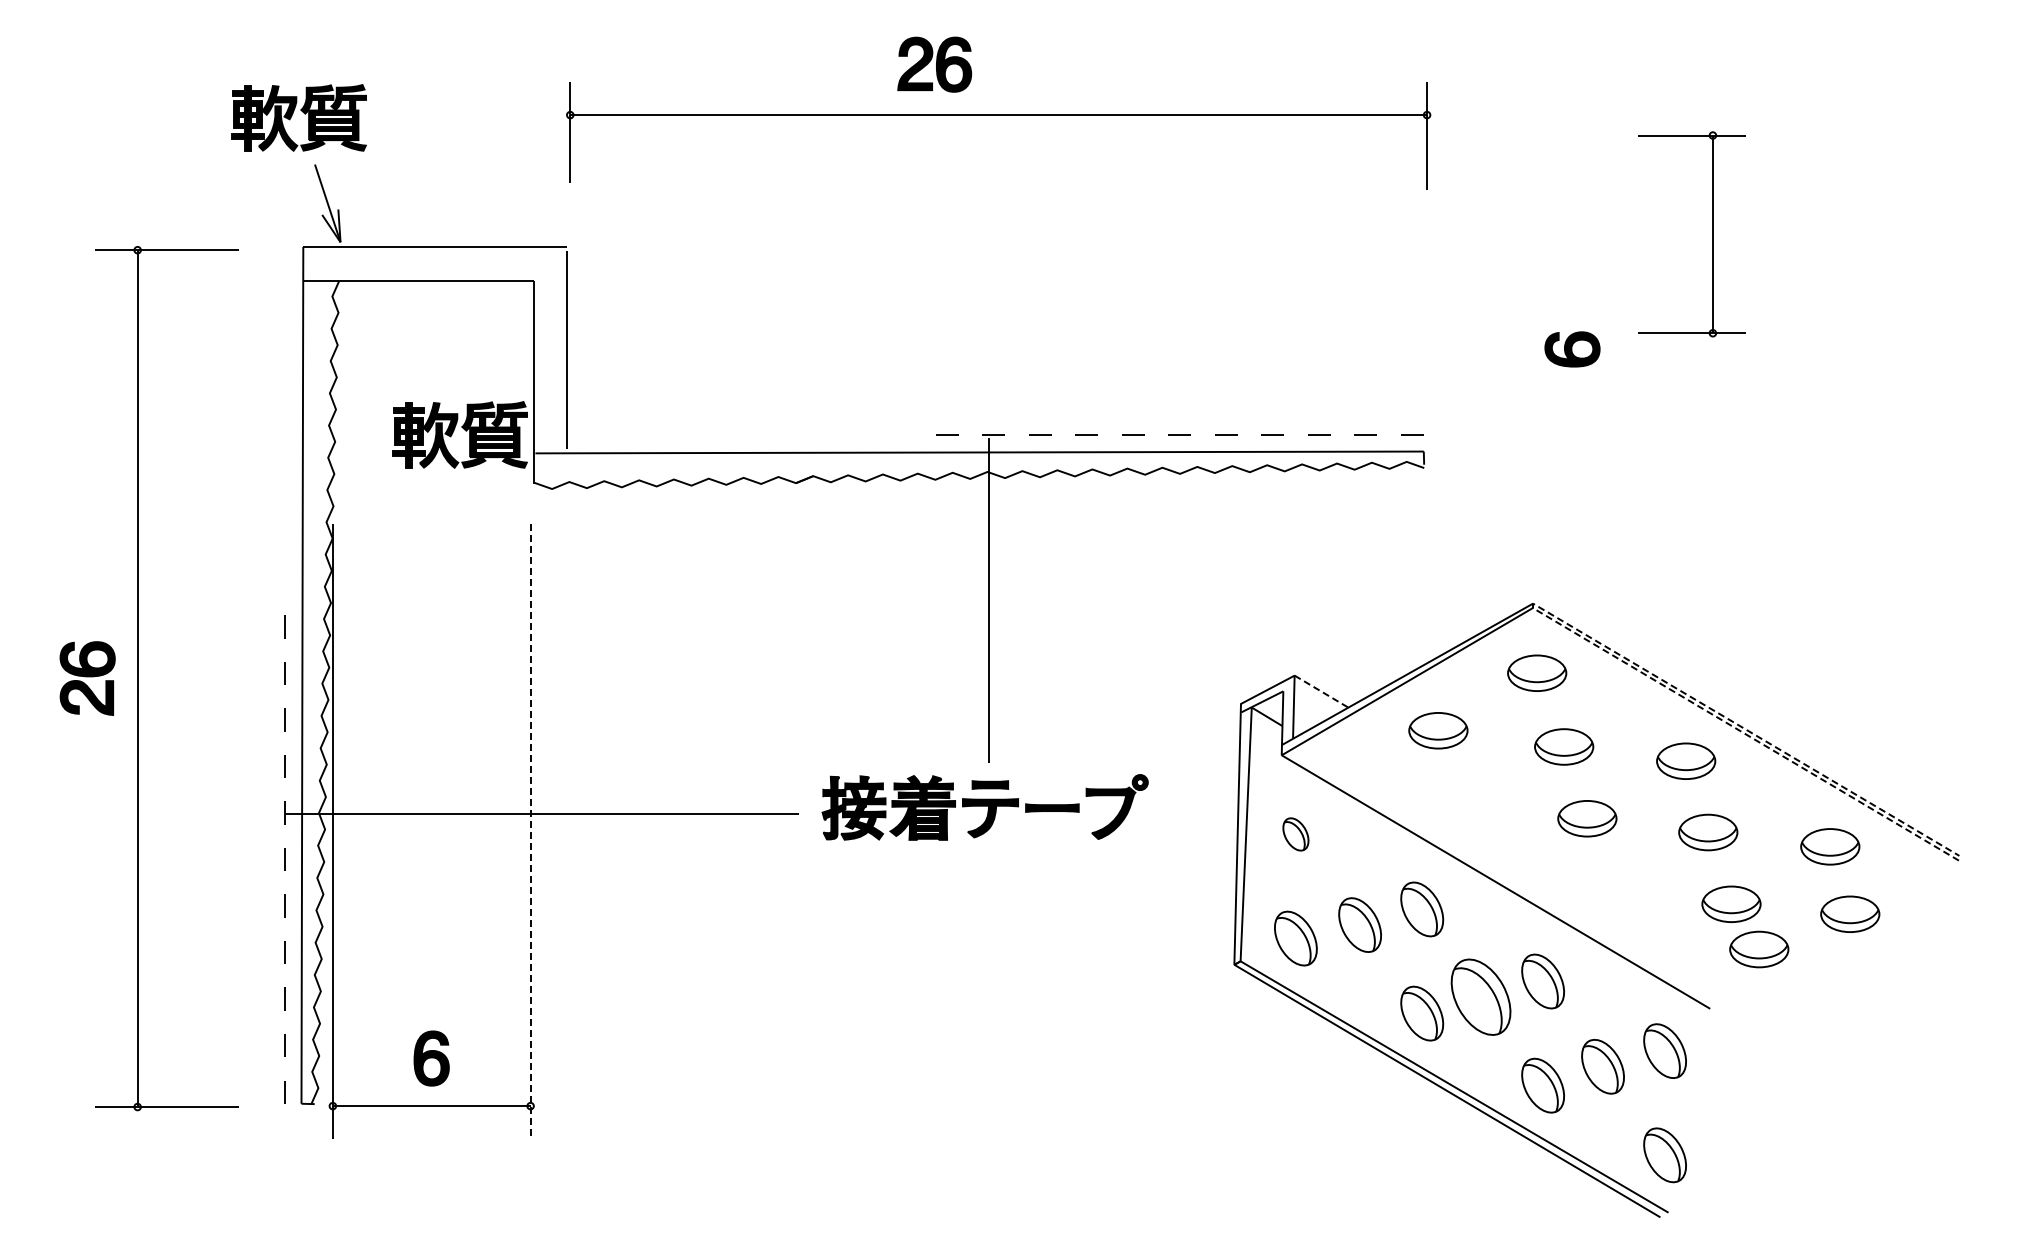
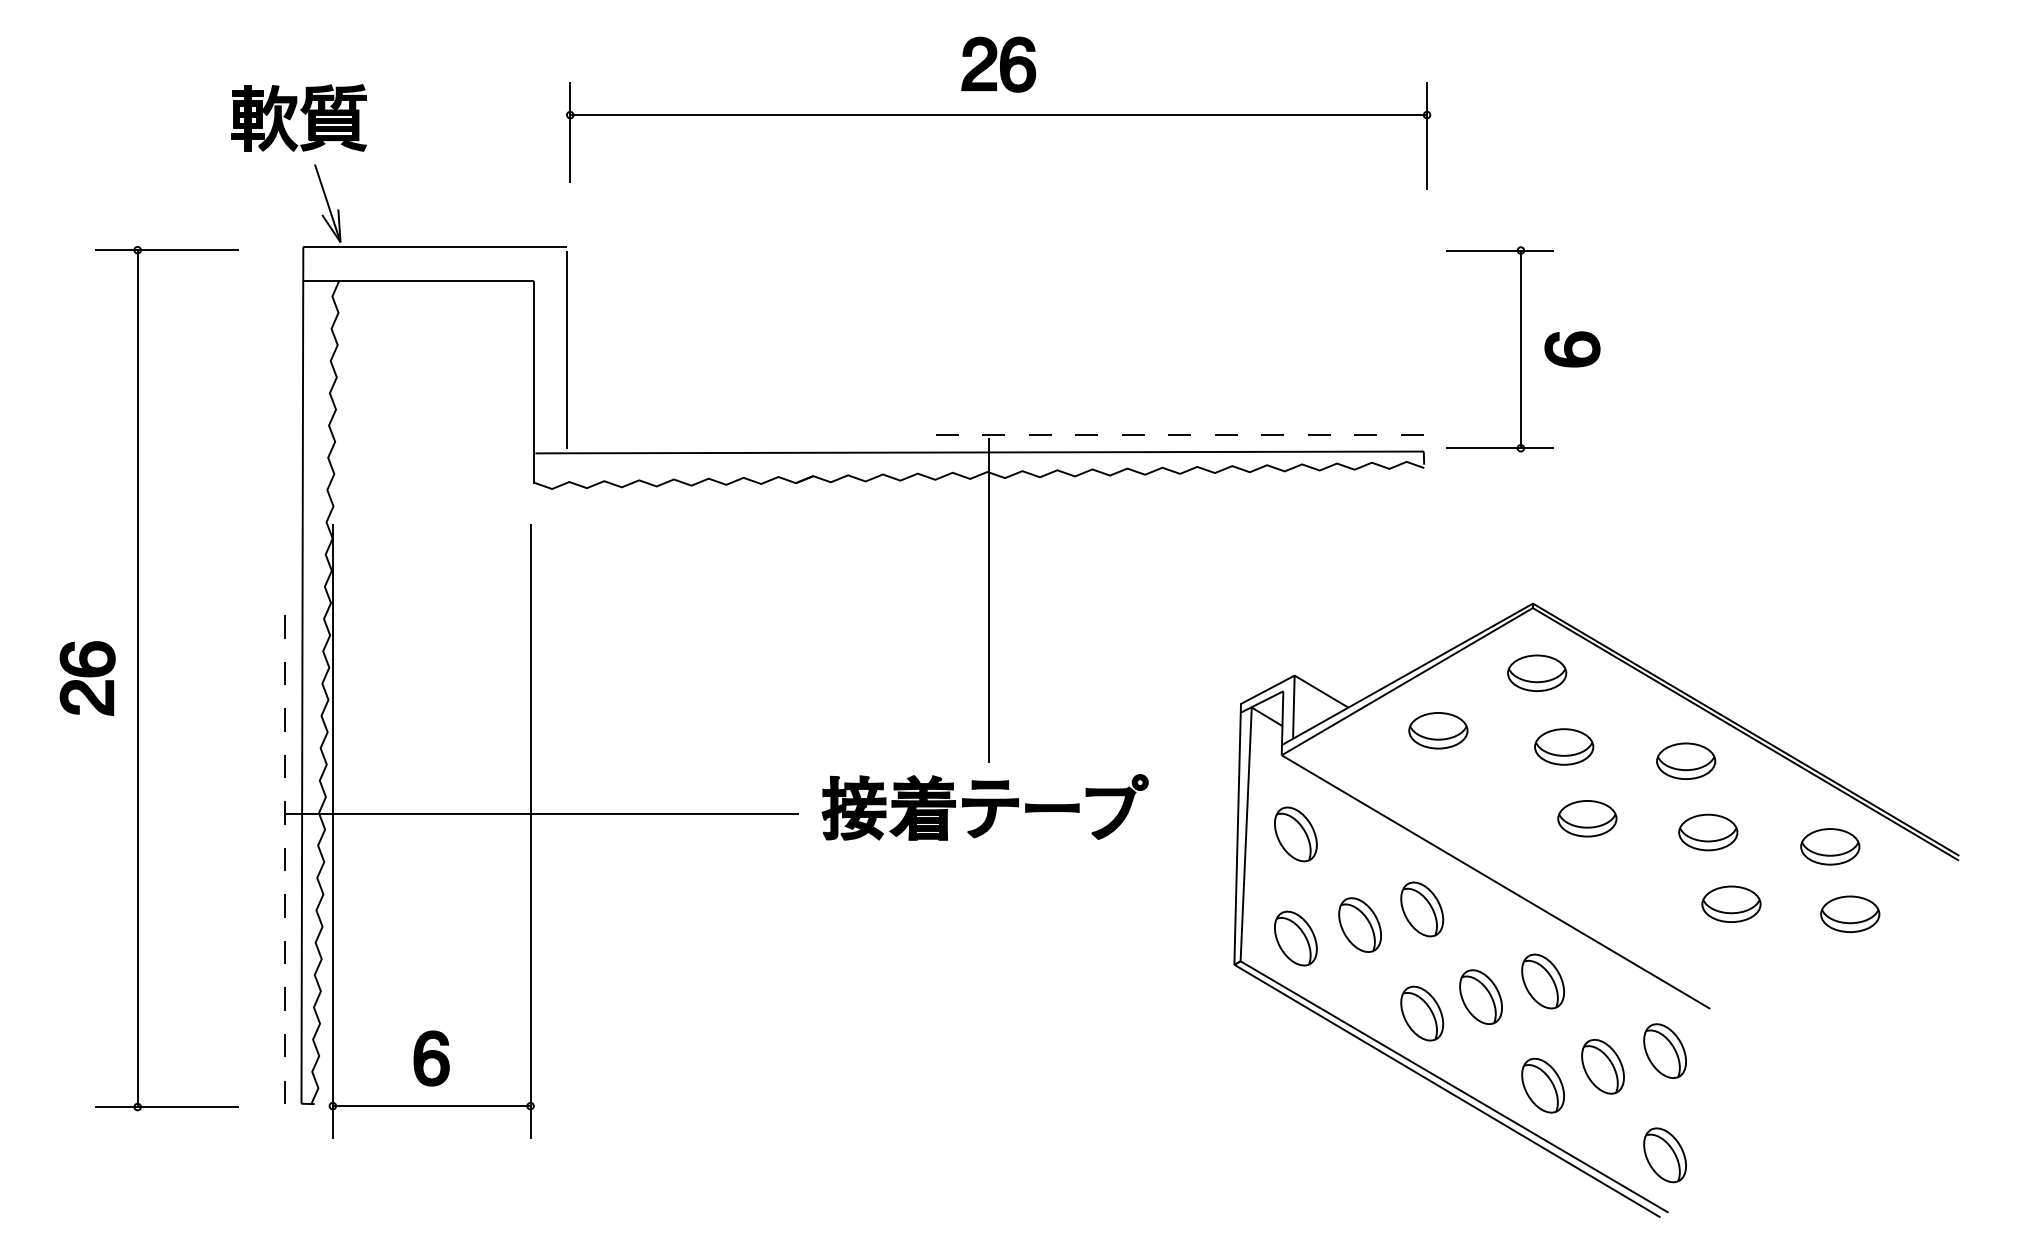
part at (934, 64) position: (934, 64) -> (998, 64)
part at (1712, 234) position: (1712, 234) -> (1520, 349)
part at (453, 433): present -> none
line at (1532, 605): dashed -> solid
line at (1321, 691): dashed -> solid
line at (530, 832): dashed -> solid
part at (1295, 834) size: 28x35 px -> 44x57 px
part at (1759, 949): present -> none
part at (1480, 996) size: 62x78 px -> 44x56 px
